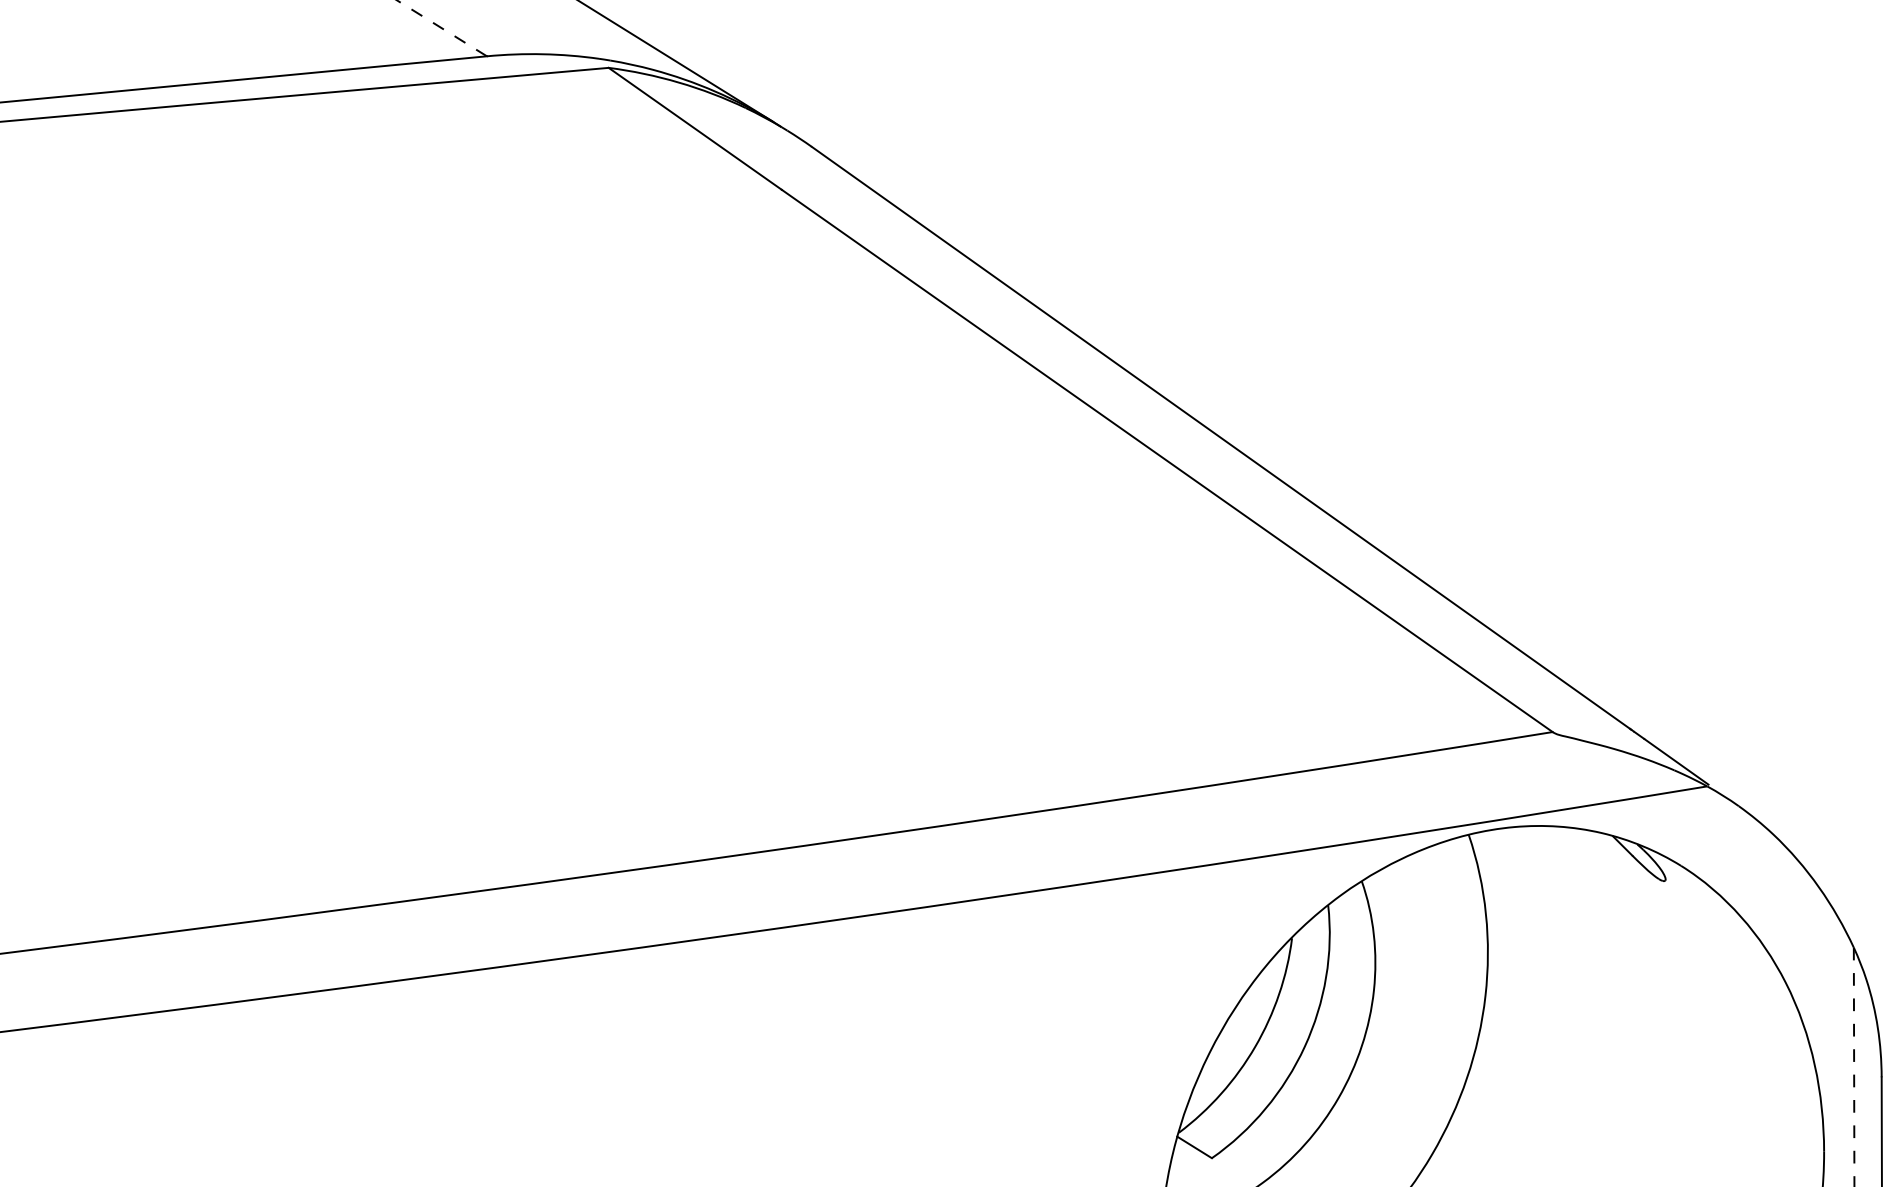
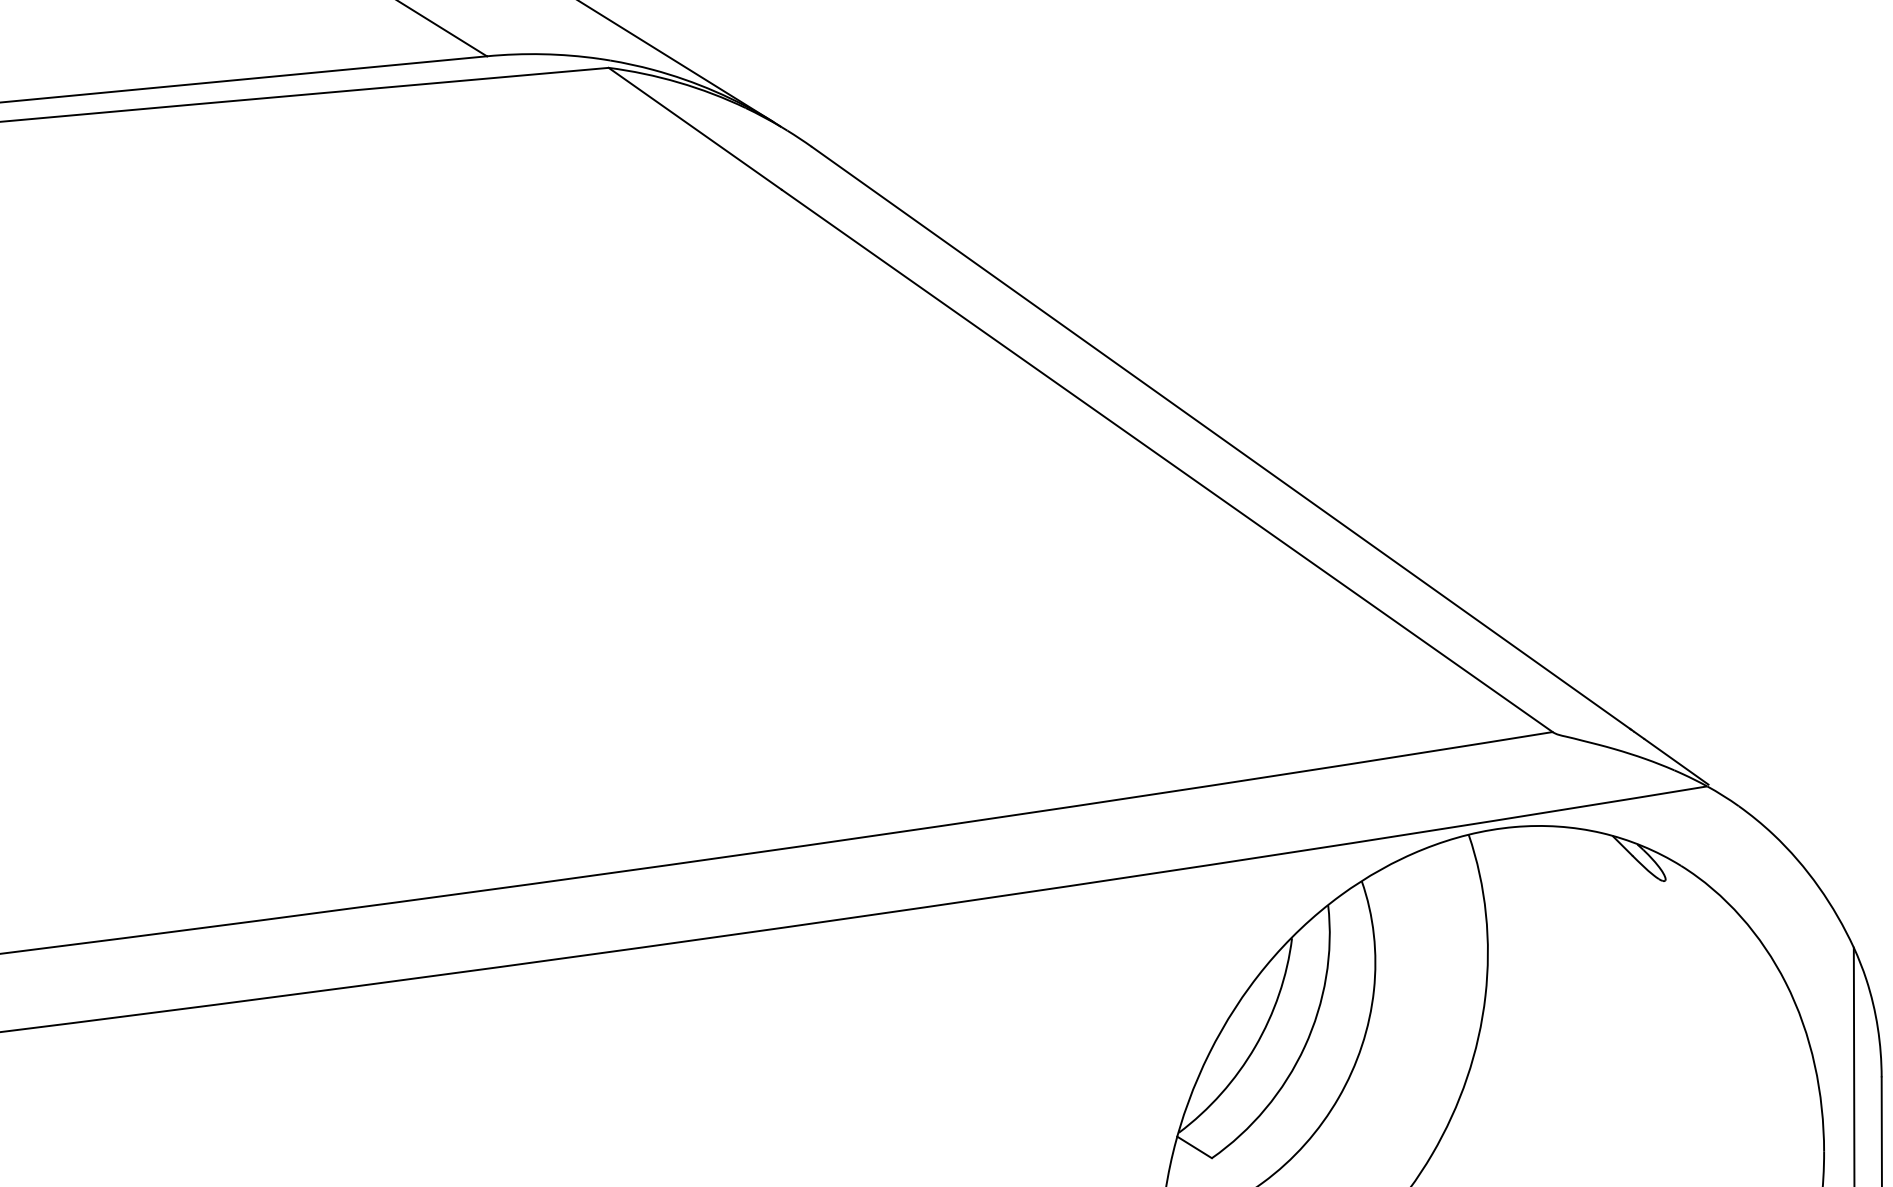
line at (441, 28): dashed -> solid
line at (1854, 1067): dashed -> solid
